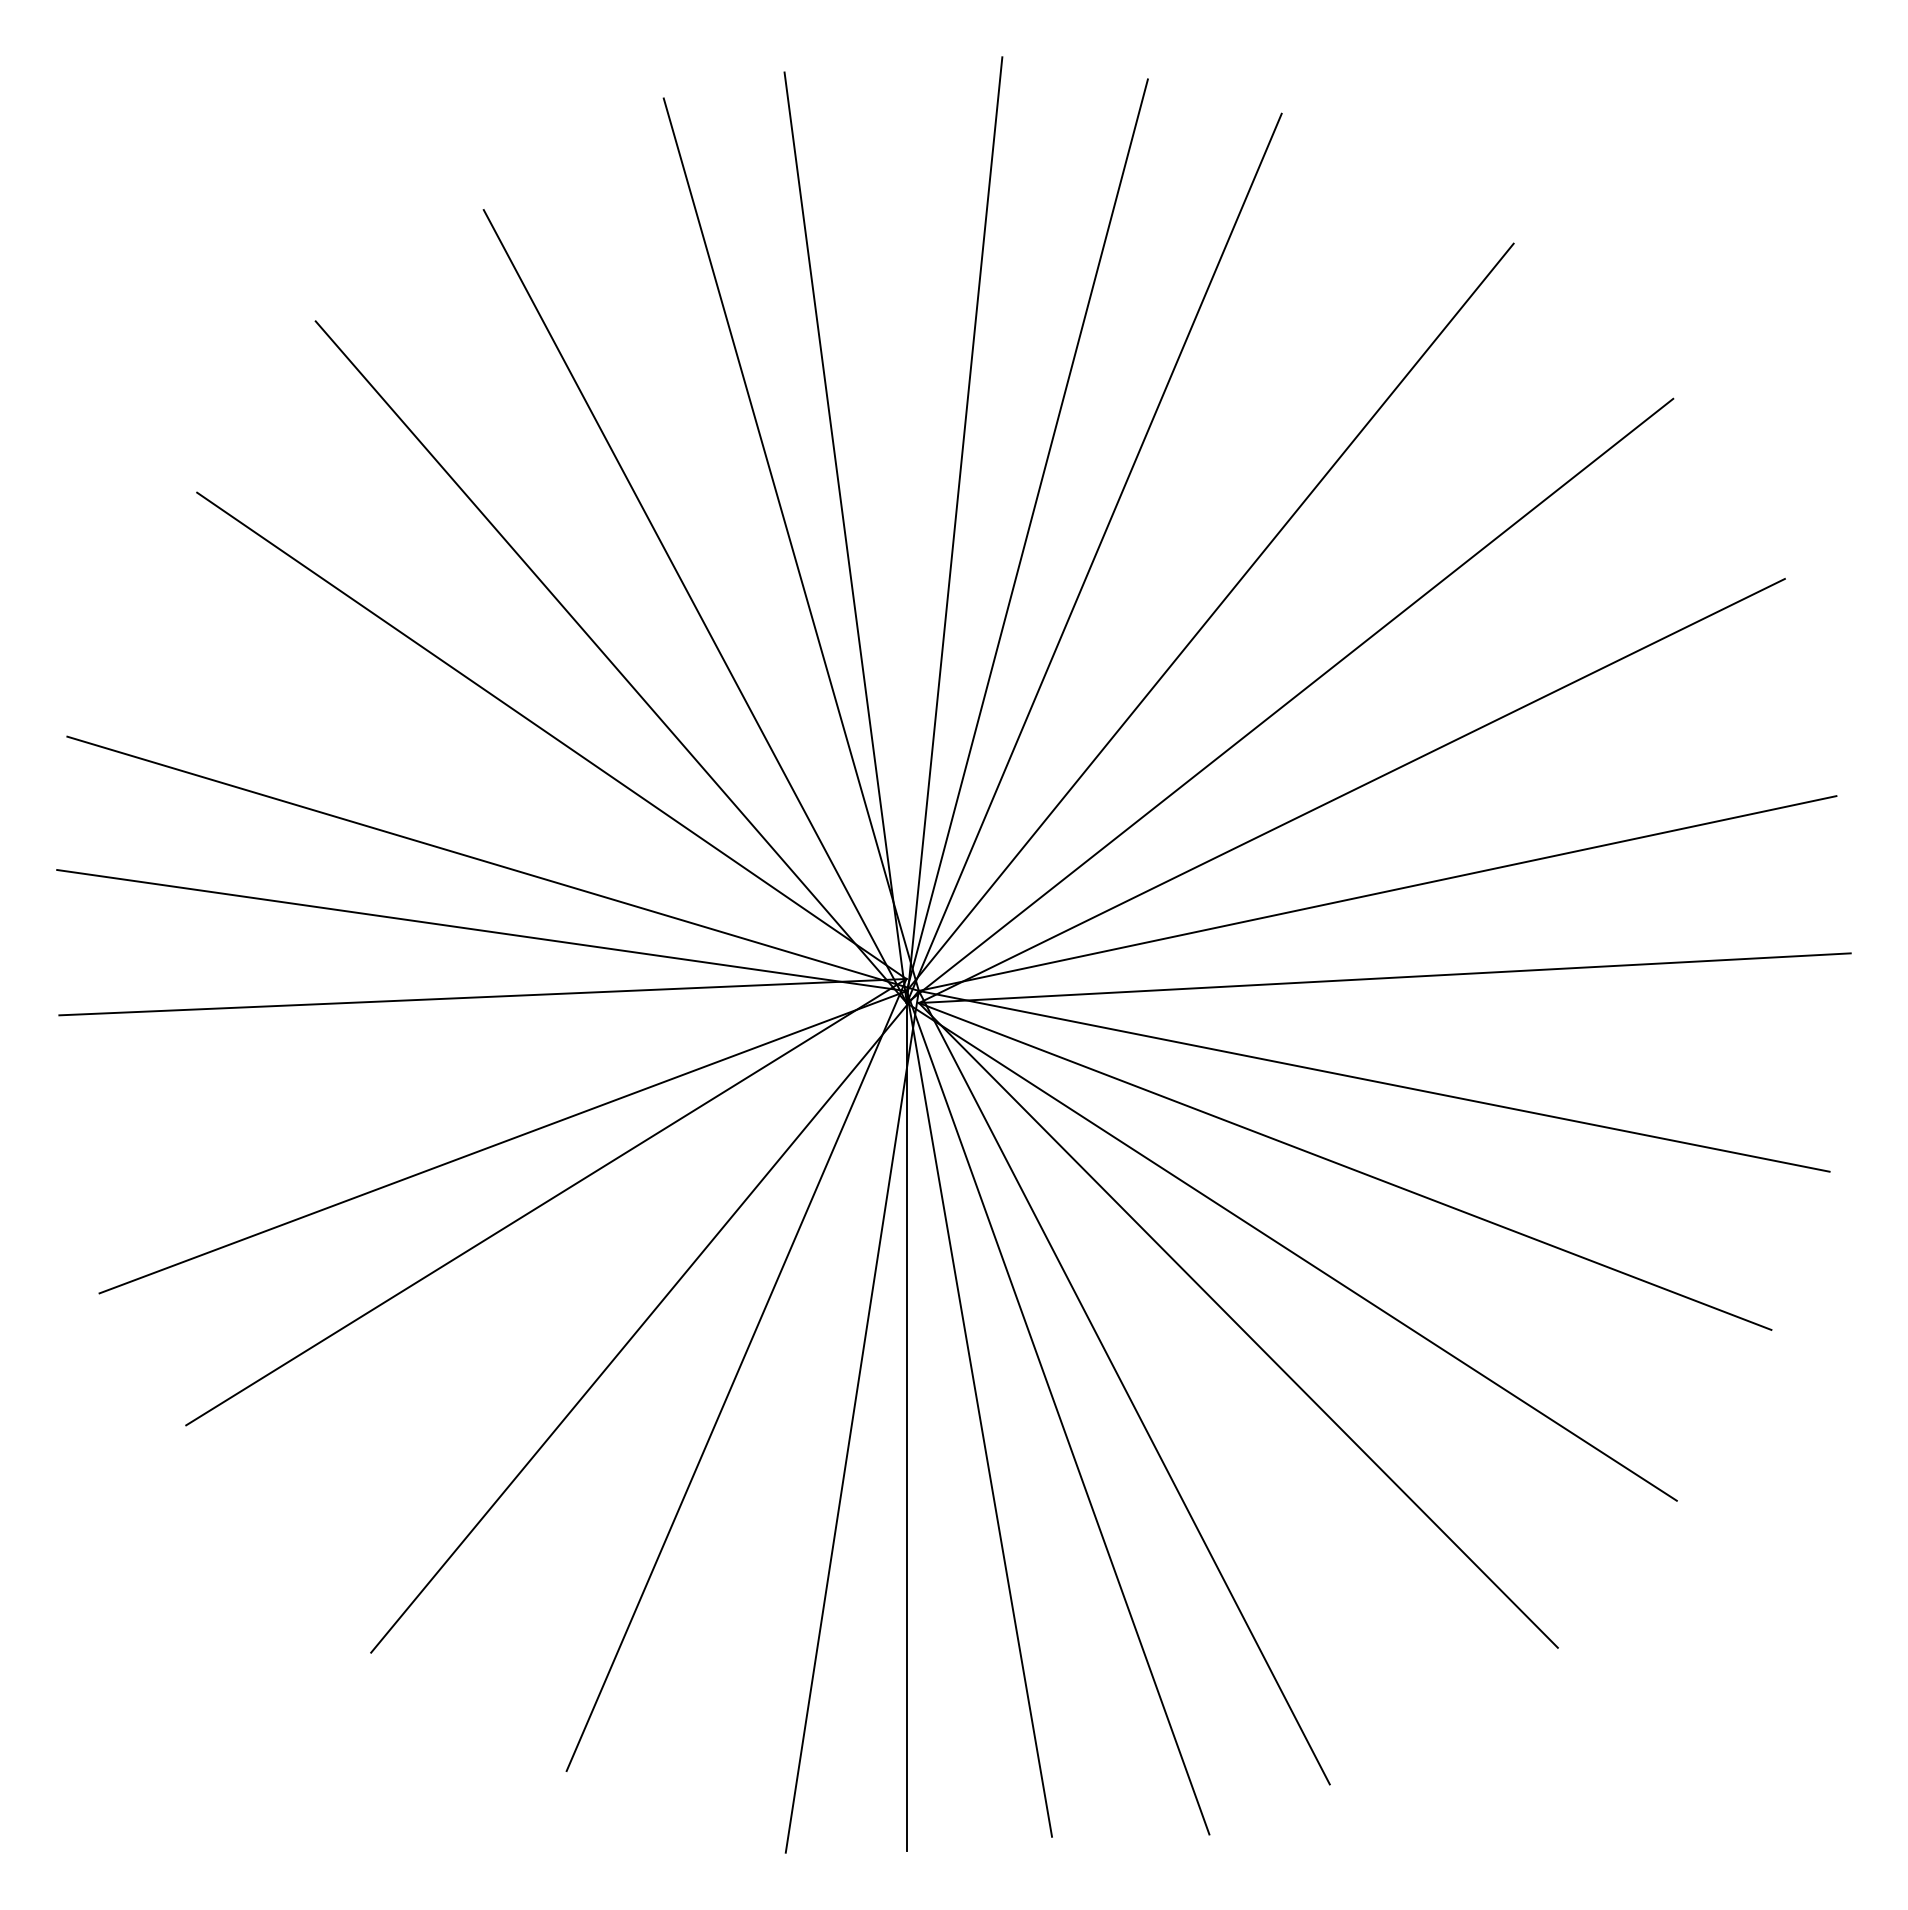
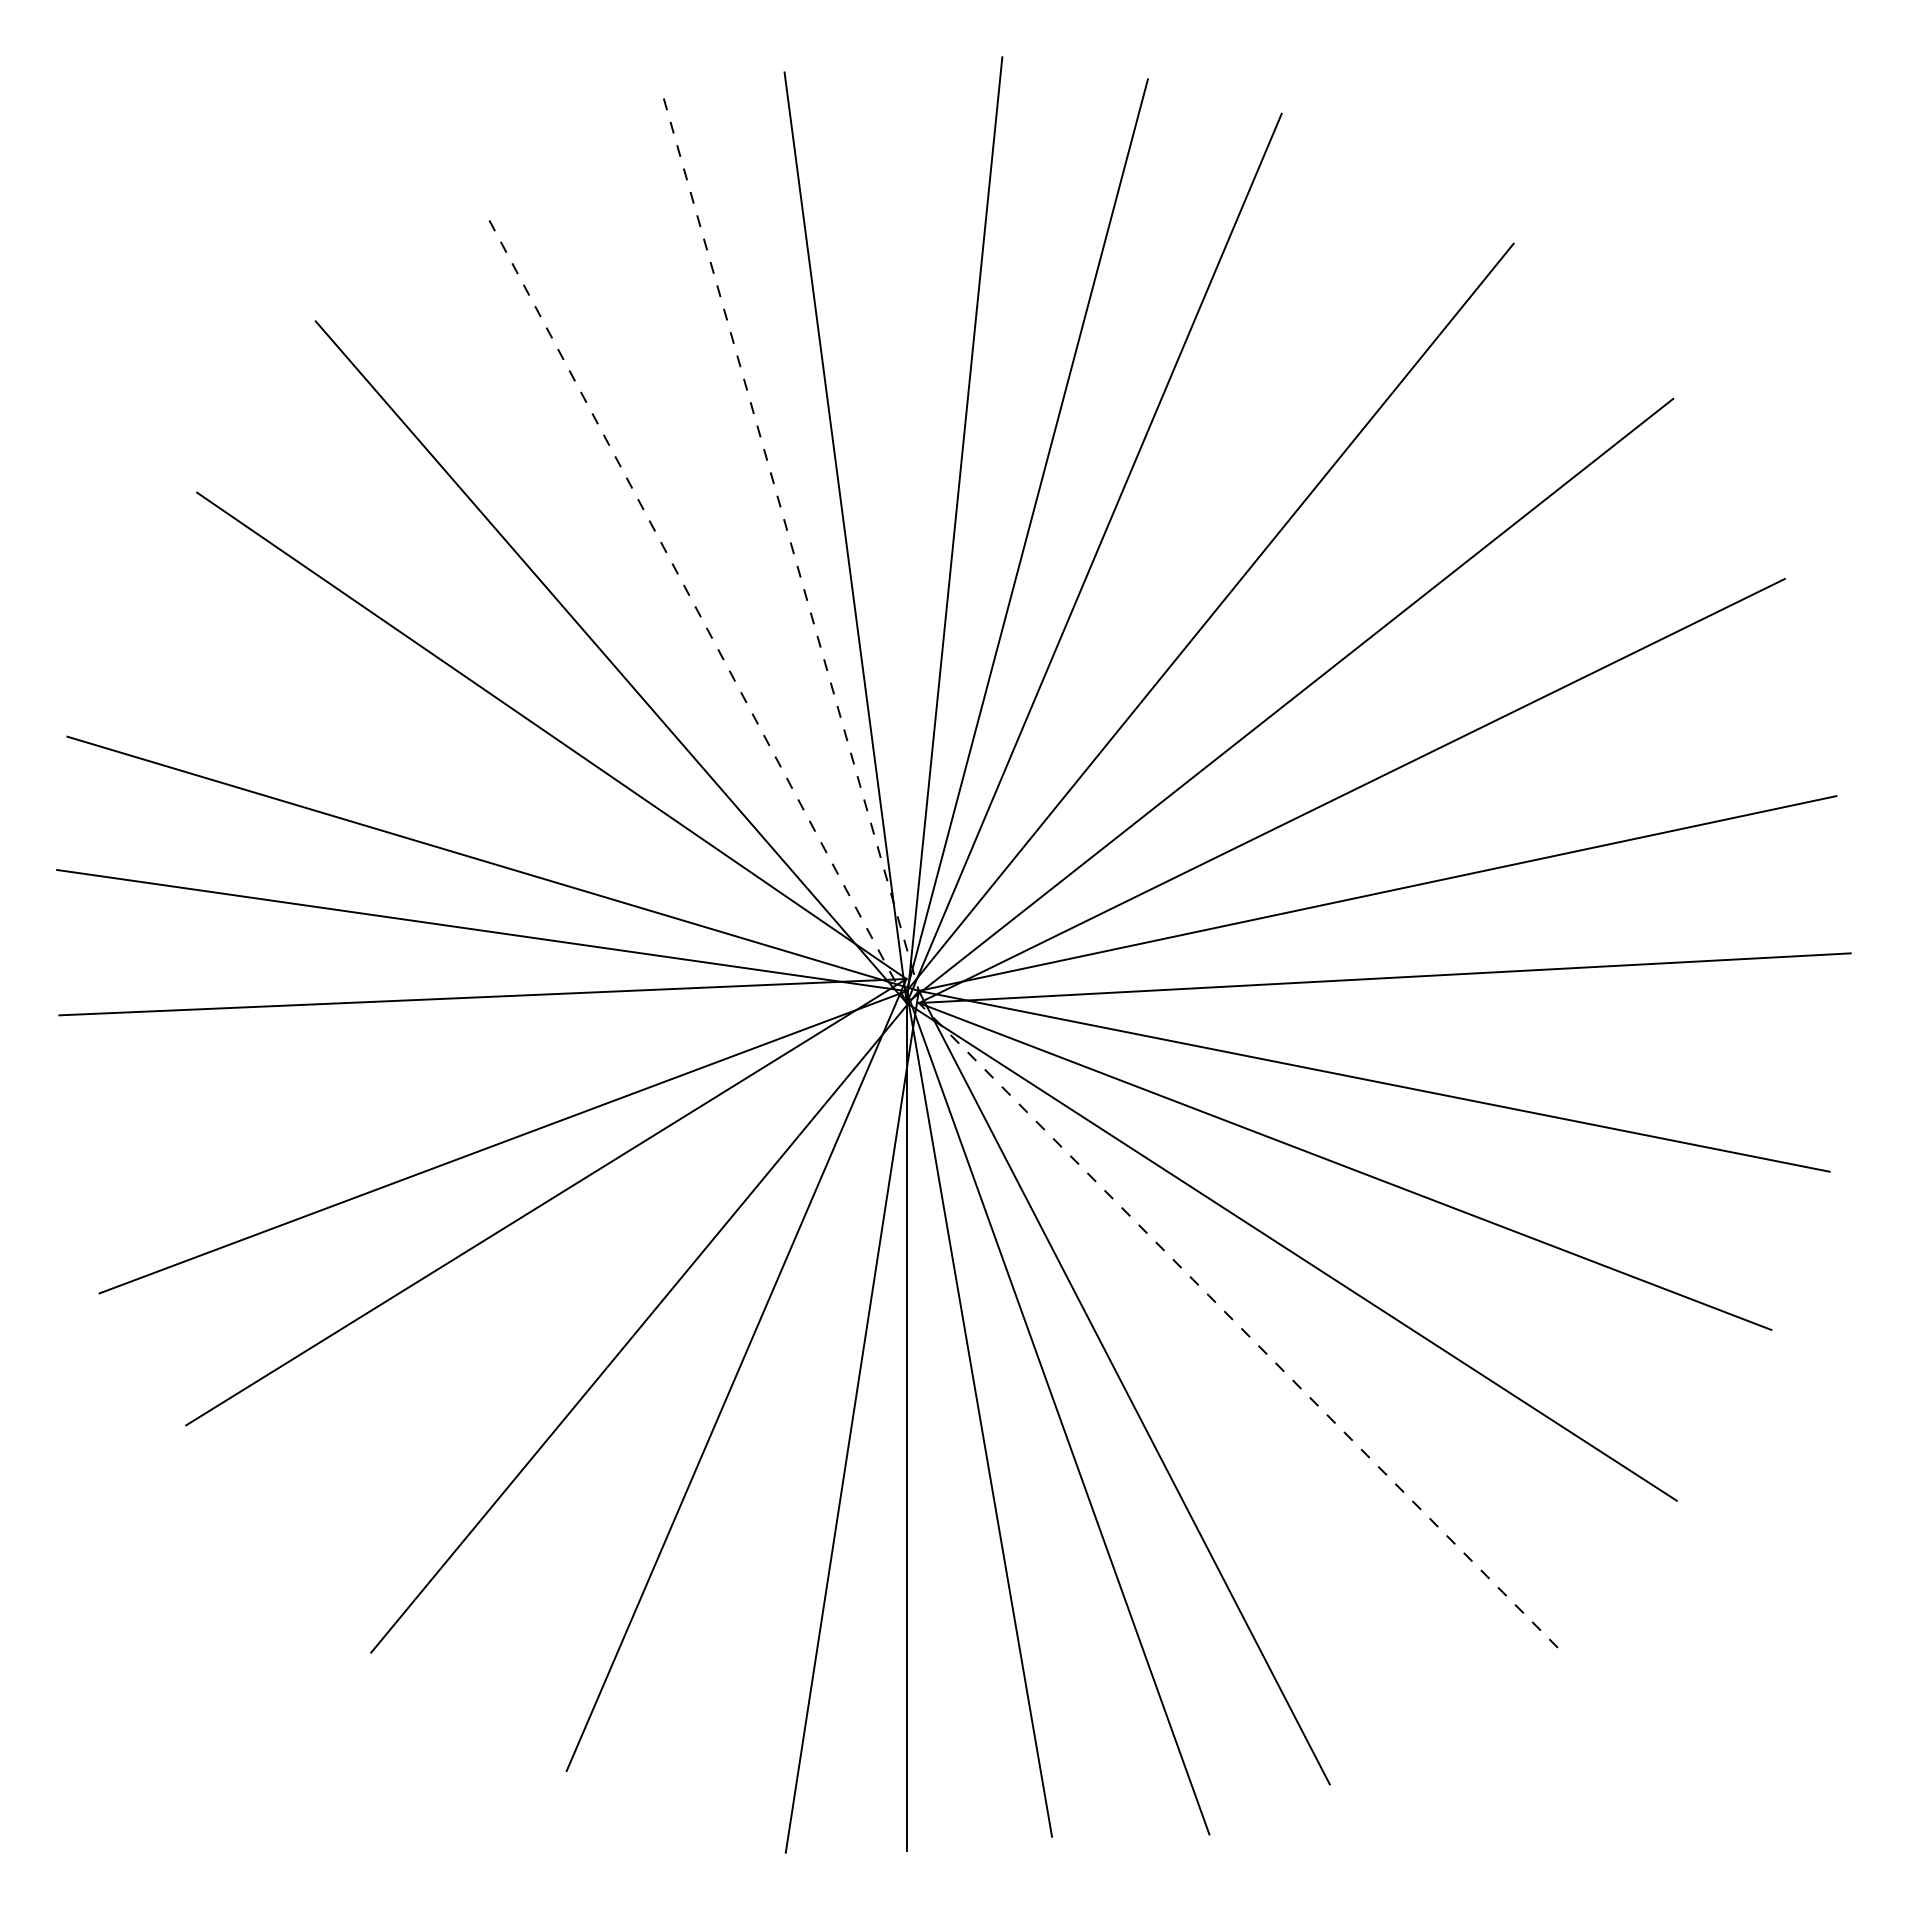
line at (791, 545): solid -> dashed
line at (695, 606): solid -> dashed
line at (1238, 1325): solid -> dashed
